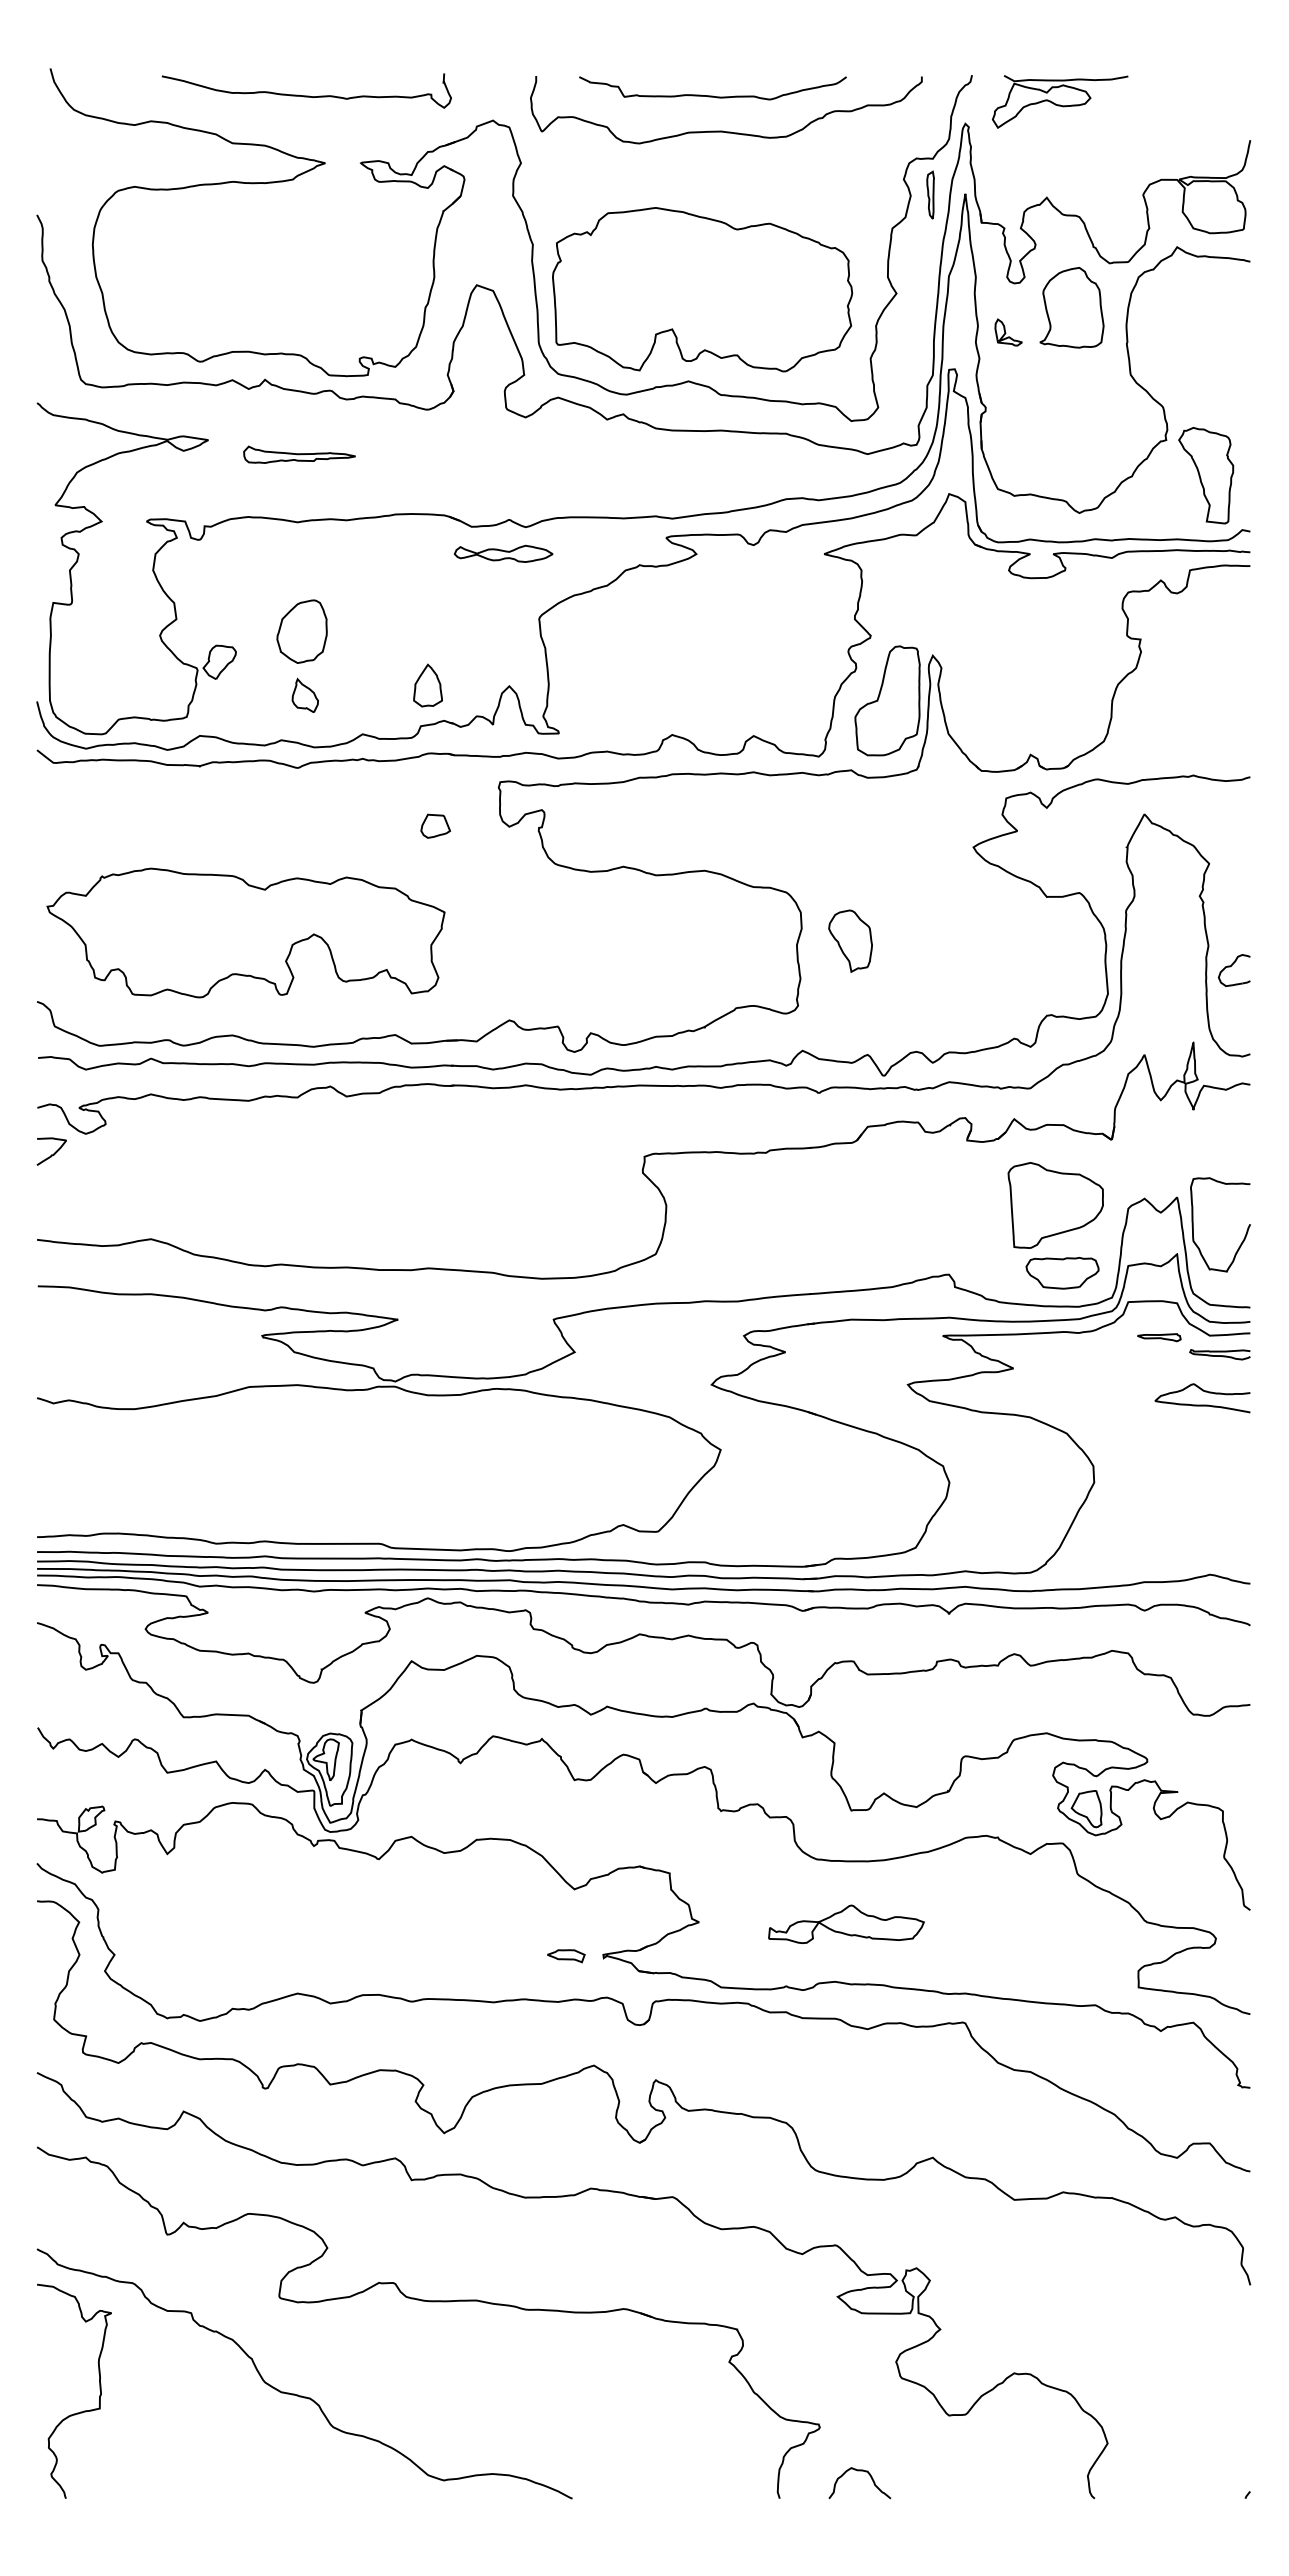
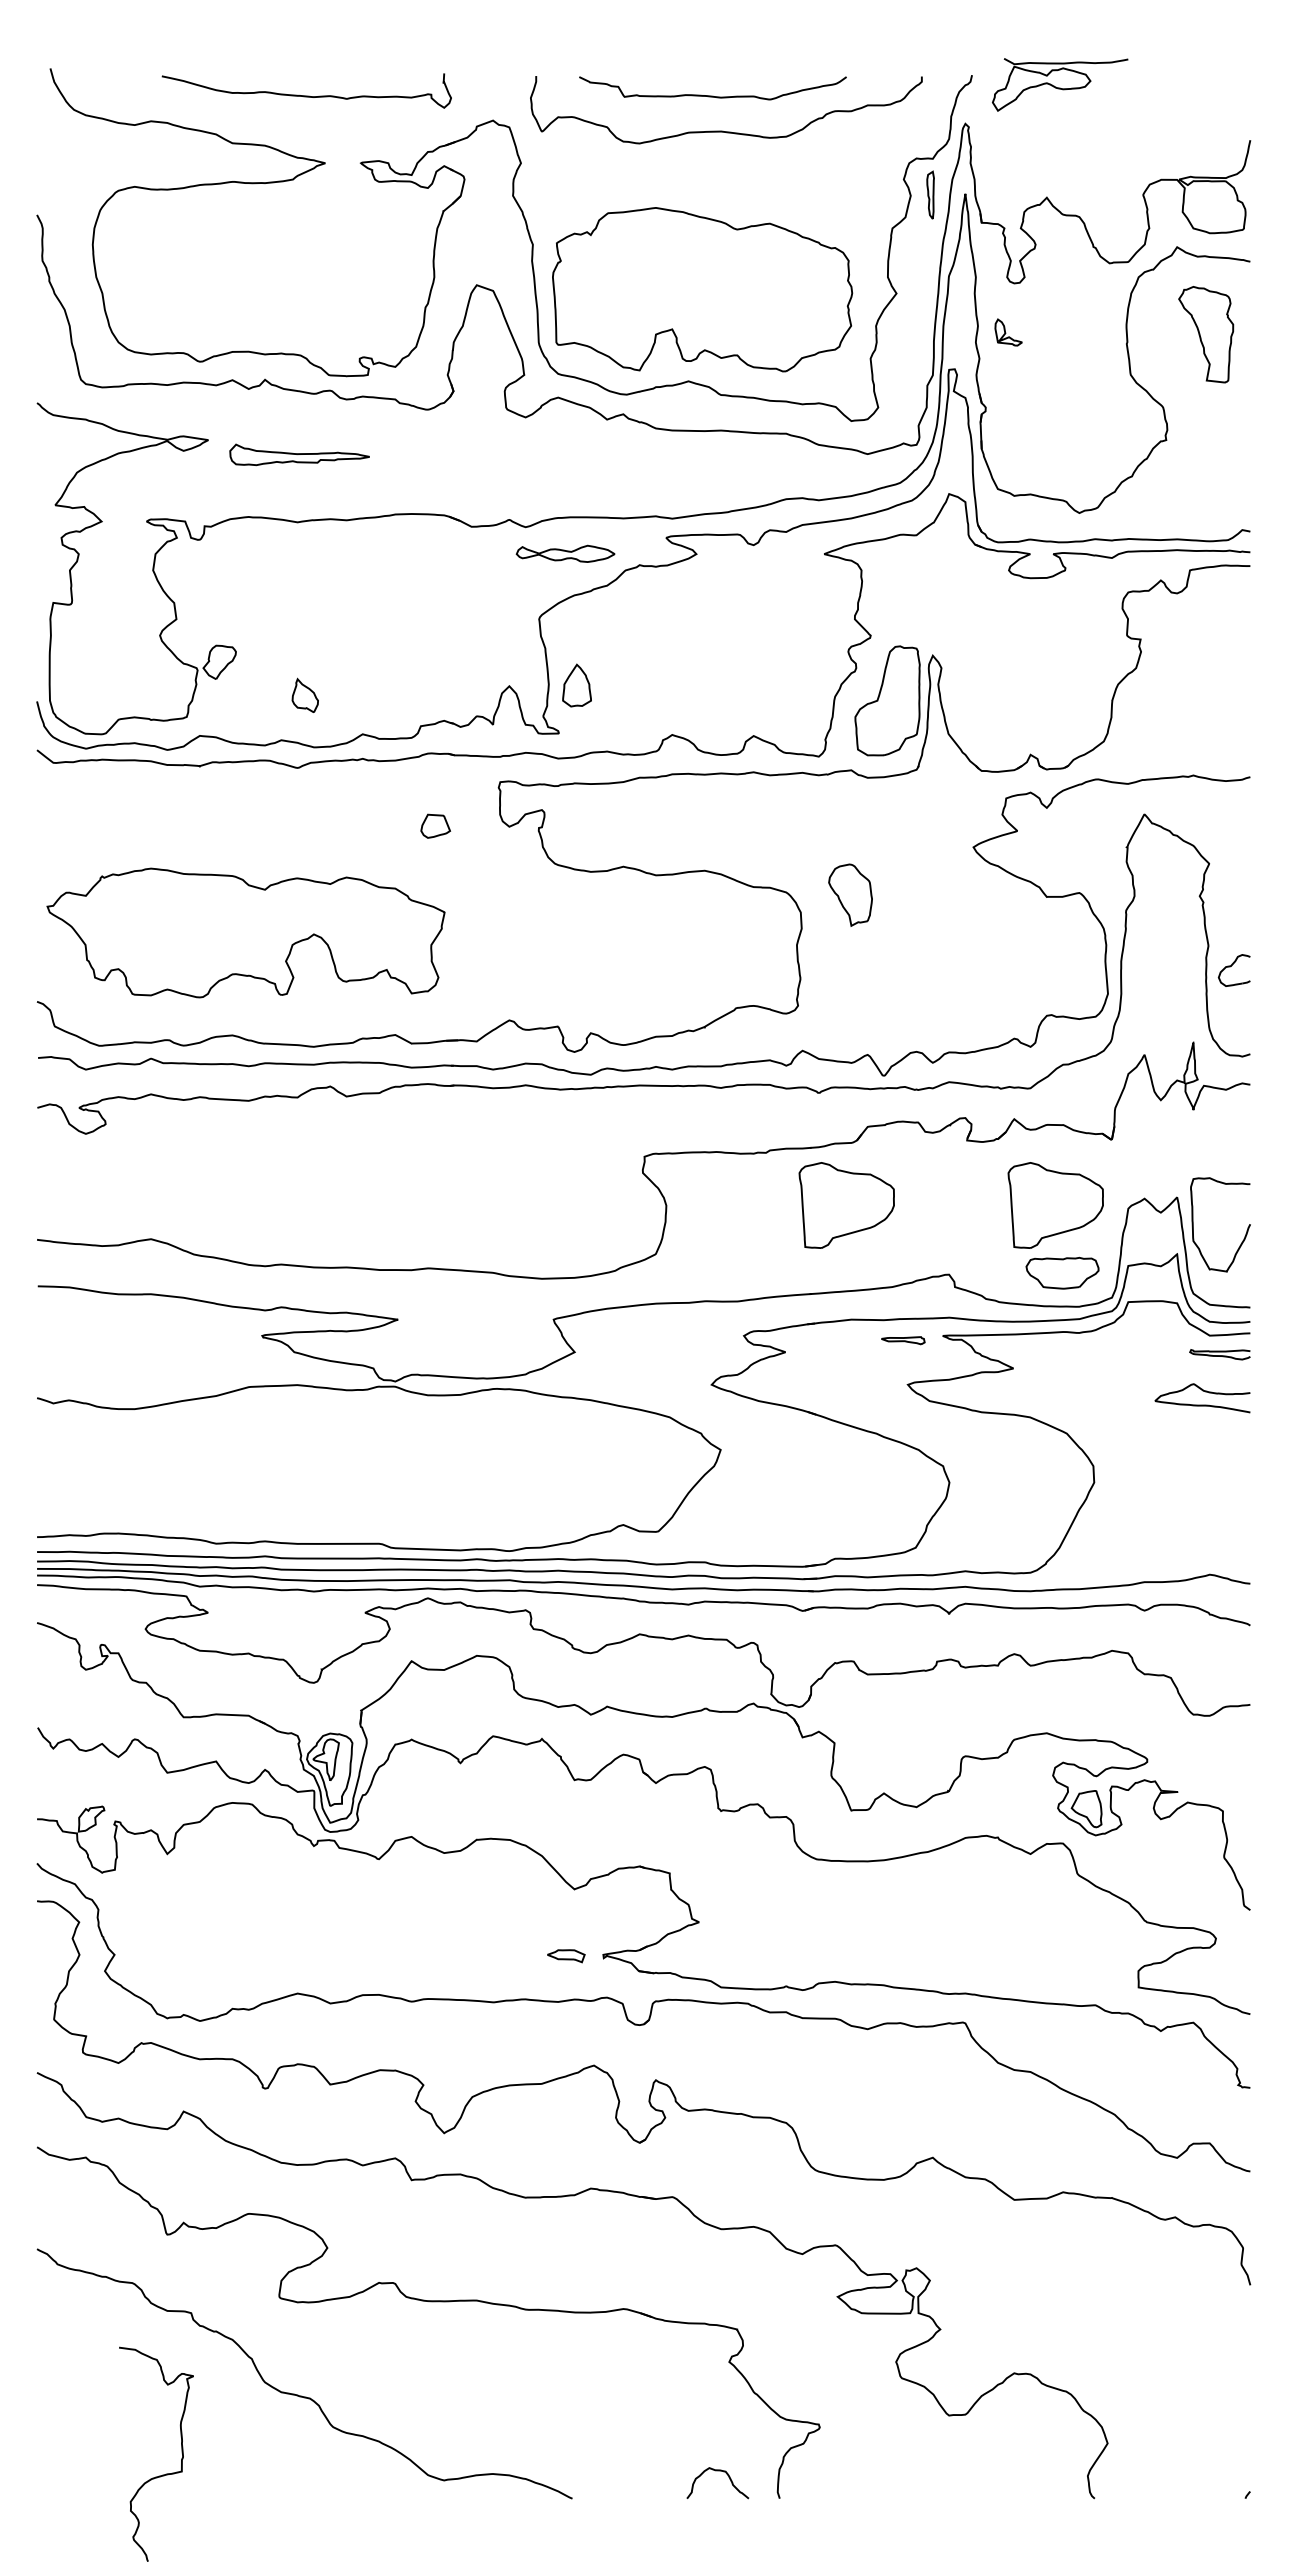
part at (1060, 101) position: (1060, 101) -> (1060, 84)
part at (1071, 307): present -> none
part at (299, 454) size: 113x19 px -> 141x24 px
part at (1206, 475) position: (1206, 475) -> (1206, 334)
part at (503, 553) position: (503, 553) -> (565, 553)
part at (301, 631): present -> none
part at (427, 685) position: (427, 685) -> (576, 685)
part at (850, 940) position: (850, 940) -> (850, 894)
curve at (53, 1153): present -> none
part at (846, 1205): none -> present
part at (1159, 1337) position: (1159, 1337) -> (903, 1340)
part at (846, 1923): present -> none
curve at (80, 2411) position: (80, 2411) -> (162, 2474)
curve at (859, 2471) position: (859, 2471) -> (717, 2471)
